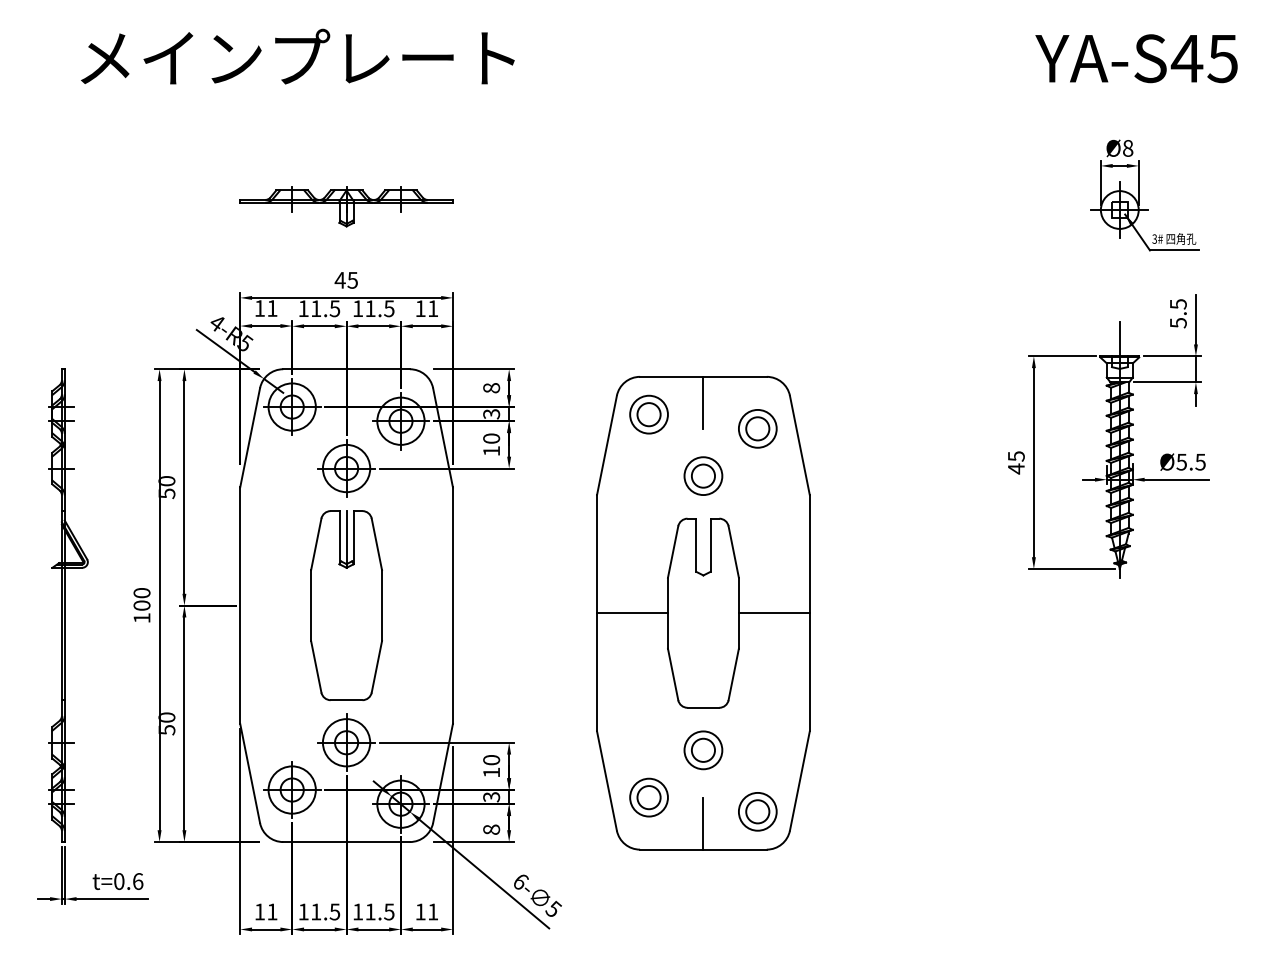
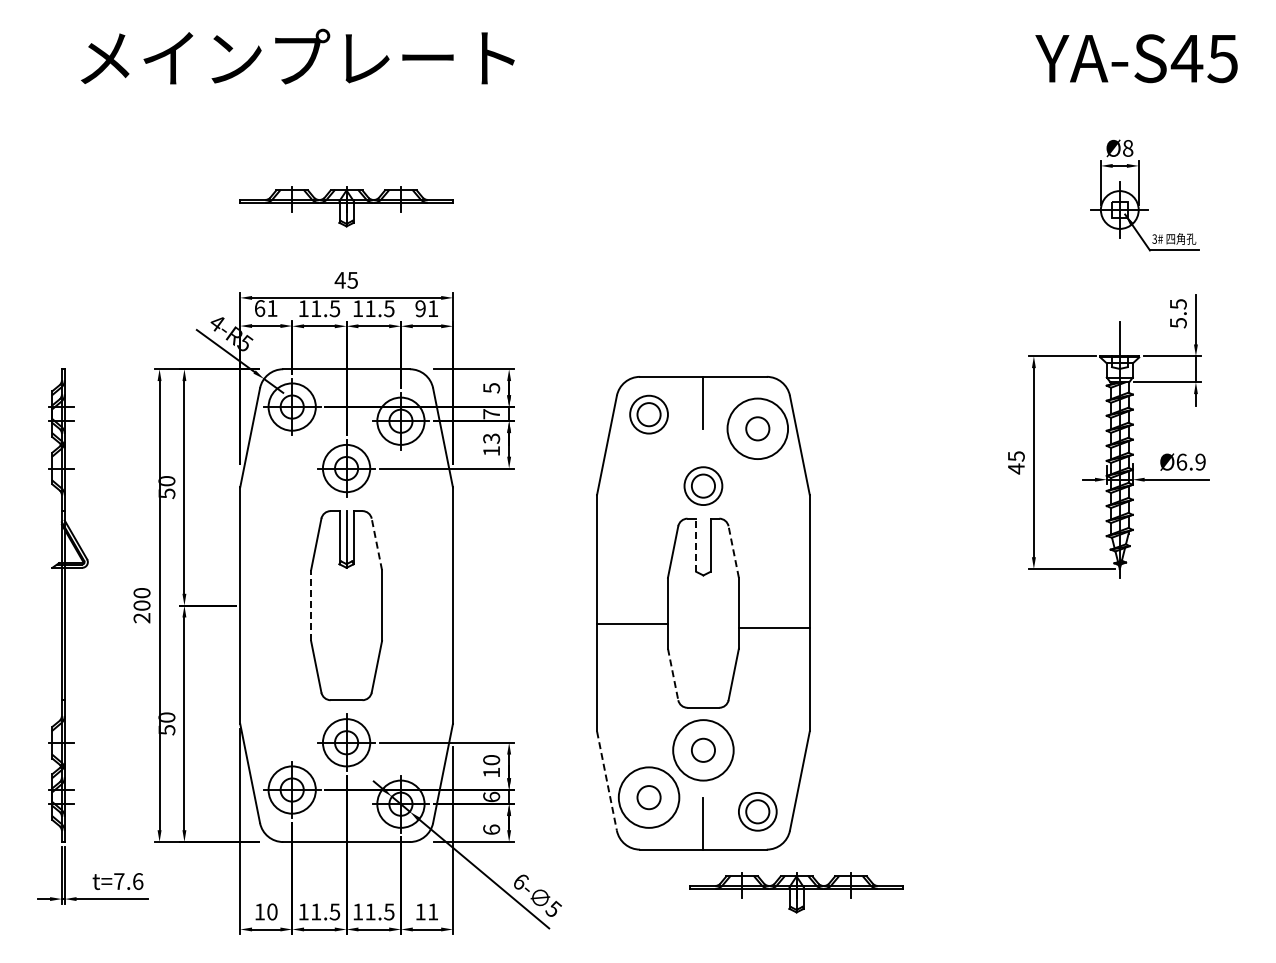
text at (260, 308): 11 -> 61
text at (420, 308): 11 -> 91
text at (491, 388): 8 -> 5
text at (491, 414): 3 -> 7
circle at (757, 428) diameter: 38 px -> 61 px
text at (491, 438): 10 -> 13
text at (1190, 461): Ø5.5 -> Ø6.9
part at (703, 475) position: (703, 475) -> (703, 485)
line at (376, 543): solid -> dashed
line at (696, 545): solid -> dashed
line at (733, 551): solid -> dashed
line at (311, 605): solid -> dashed
line at (632, 613) position: (632, 613) -> (632, 624)
line at (773, 613) position: (773, 613) -> (773, 628)
text at (141, 618): 100 -> 200
line at (673, 674): solid -> dashed
circle at (703, 750) diameter: 38 px -> 61 px
line at (606, 781): solid -> dashed
text at (491, 796): 3 -> 6
circle at (648, 797) diameter: 38 px -> 61 px
text at (491, 829): 8 -> 6
text at (119, 881): t=0.6 -> t=7.6
part at (796, 892): none -> present
text at (272, 911): 11 -> 10
